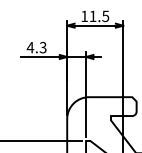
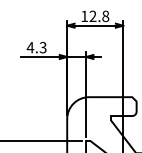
text at (99, 15): 11.5 -> 12.8
